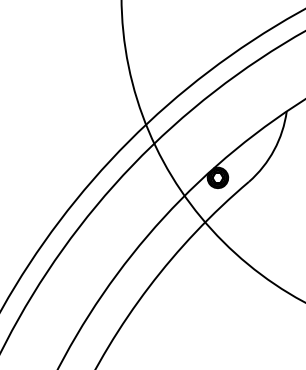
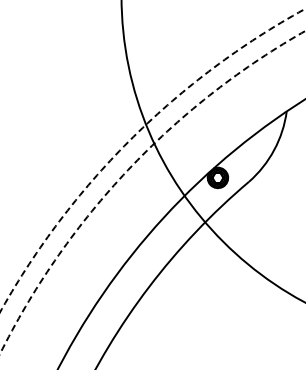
arc at (129, 140): solid -> dashed
arc at (128, 169): solid -> dashed
